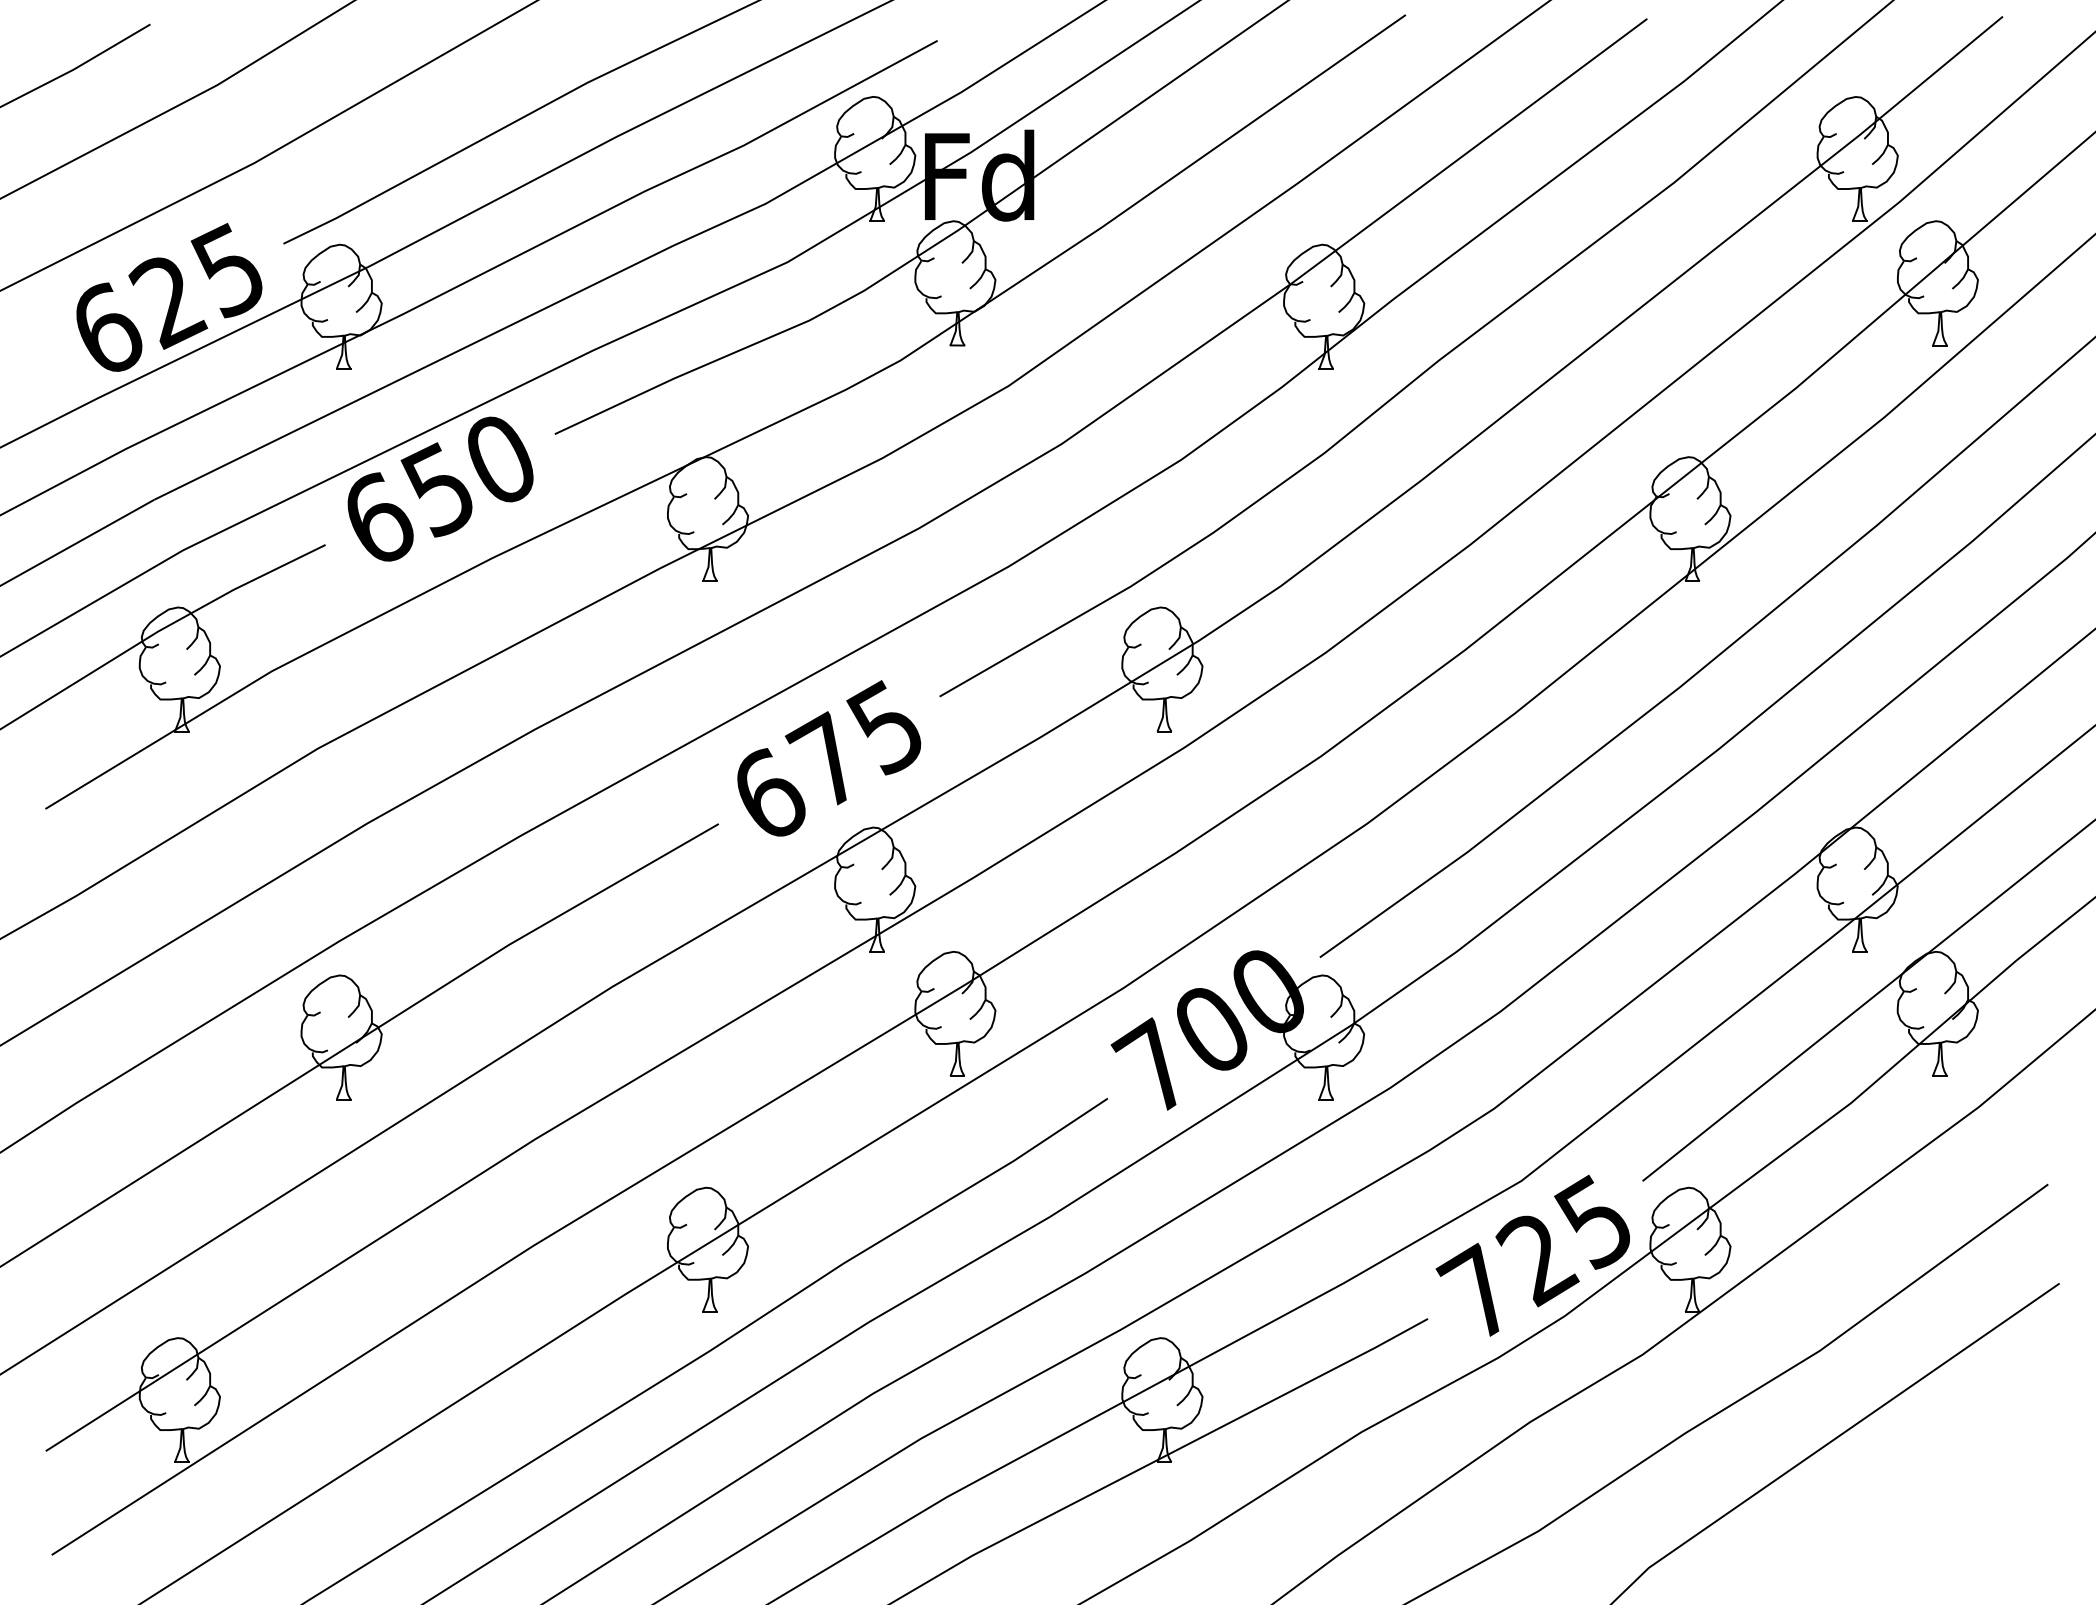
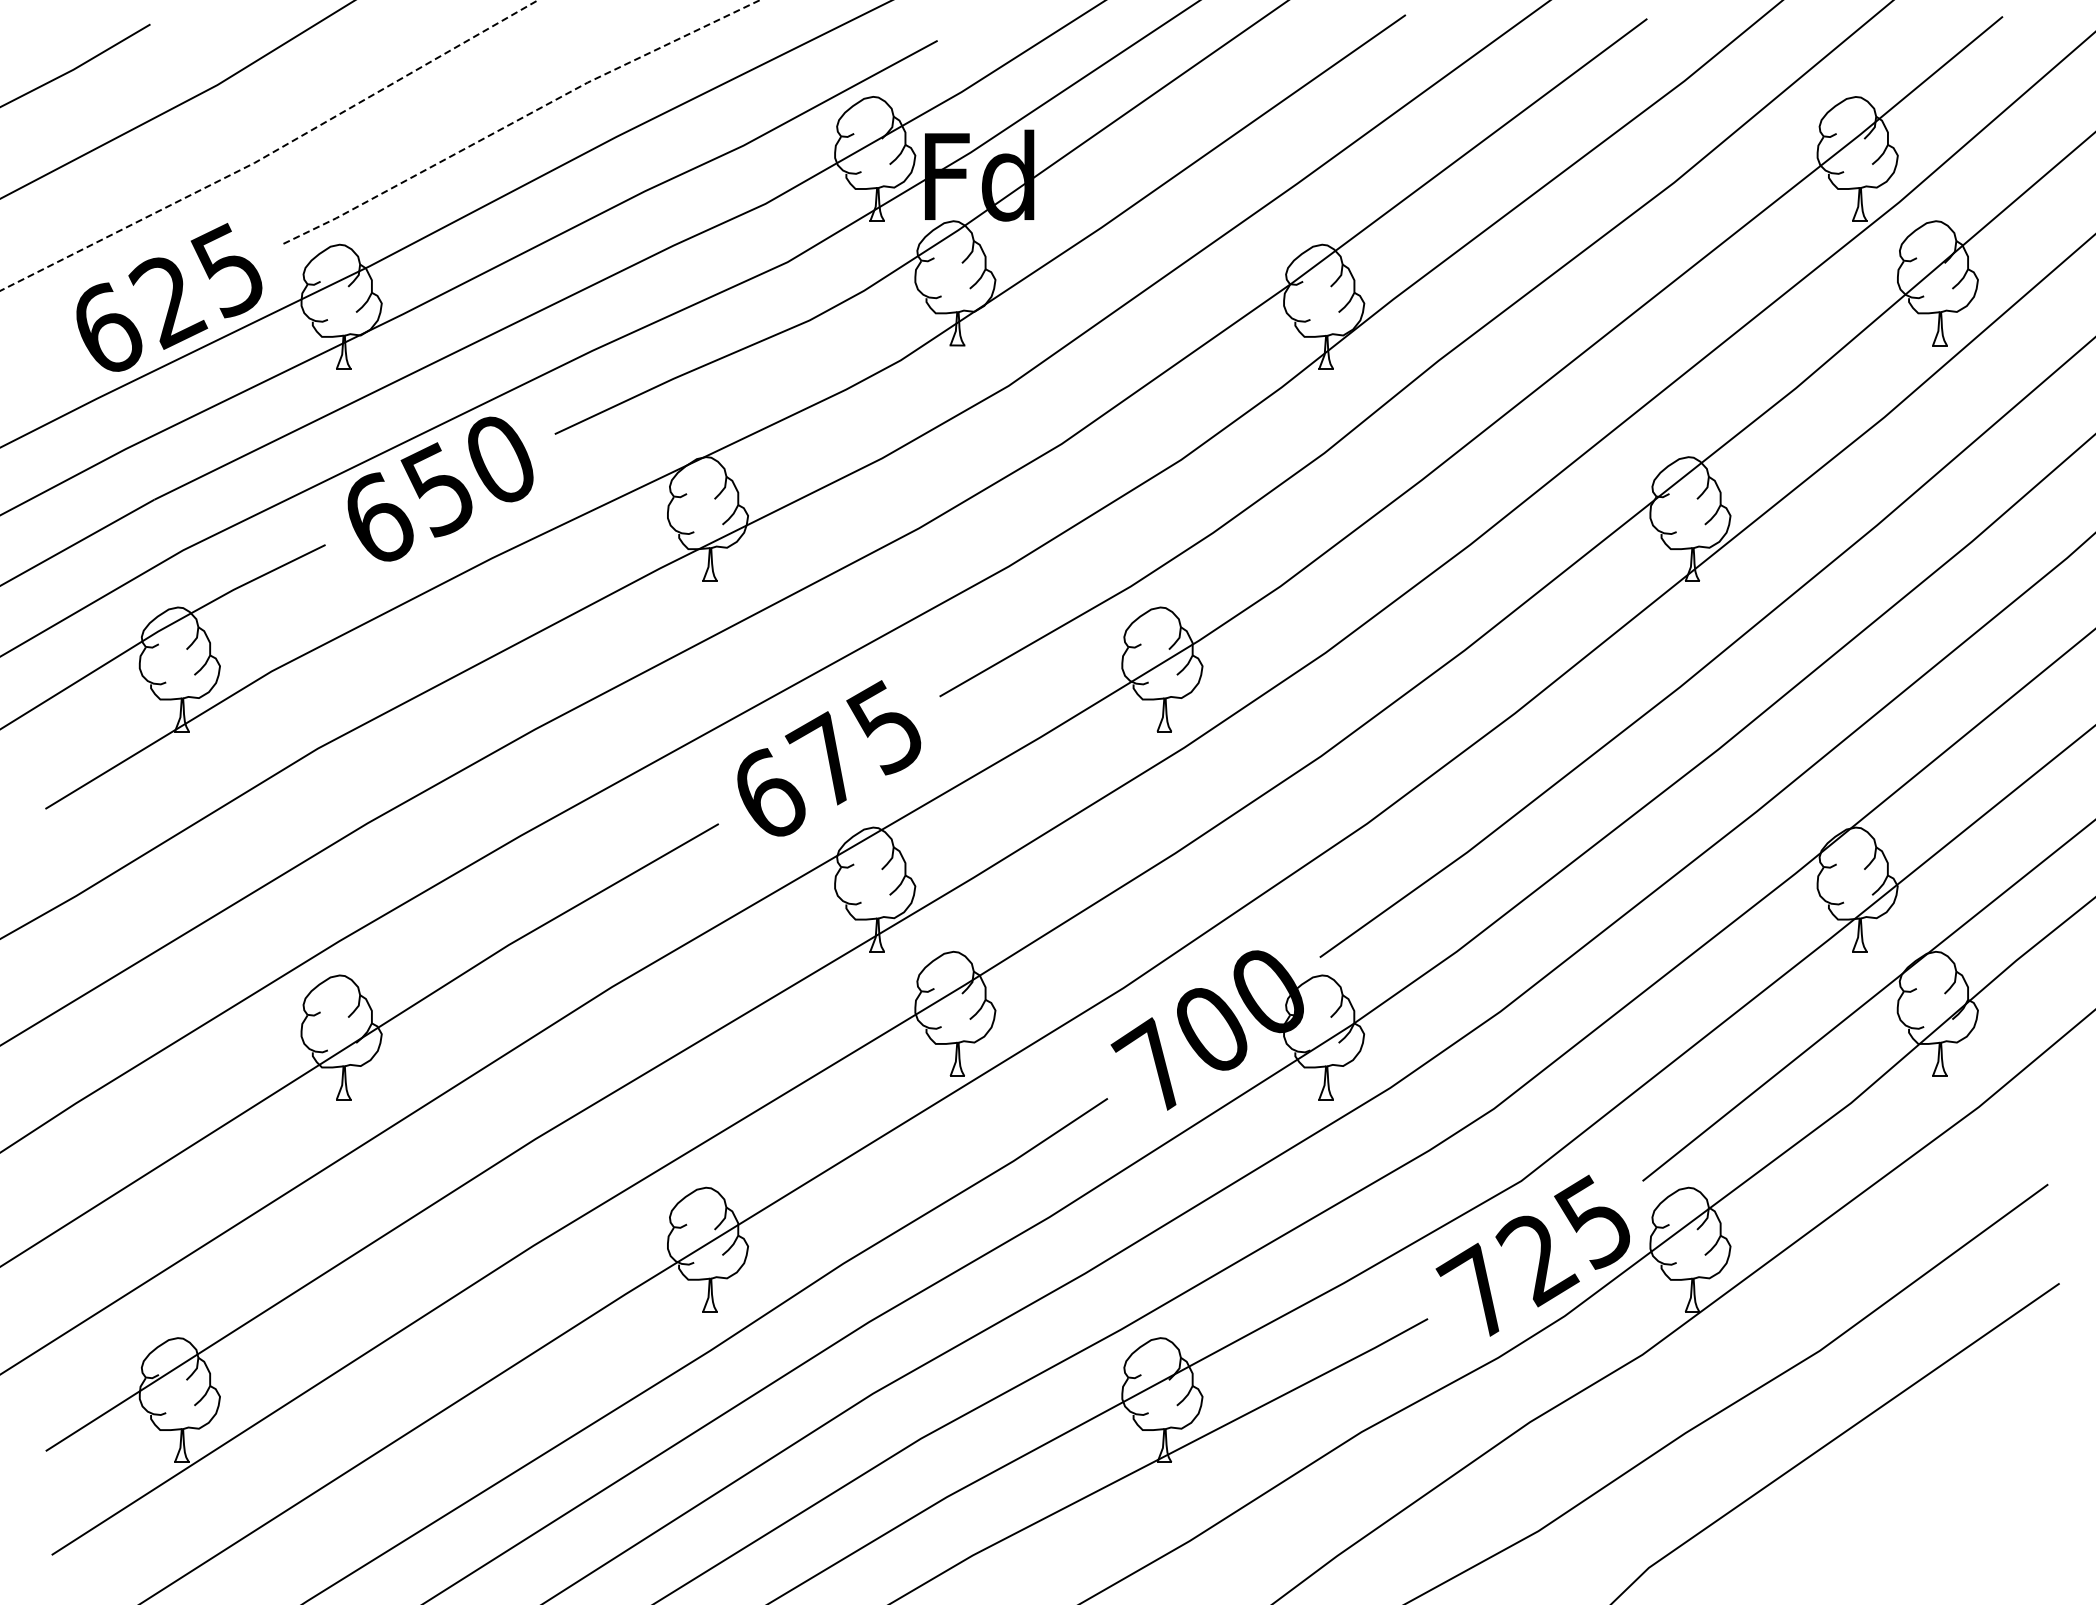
line at (520, 119): solid -> dashed
line at (272, 152): solid -> dashed
